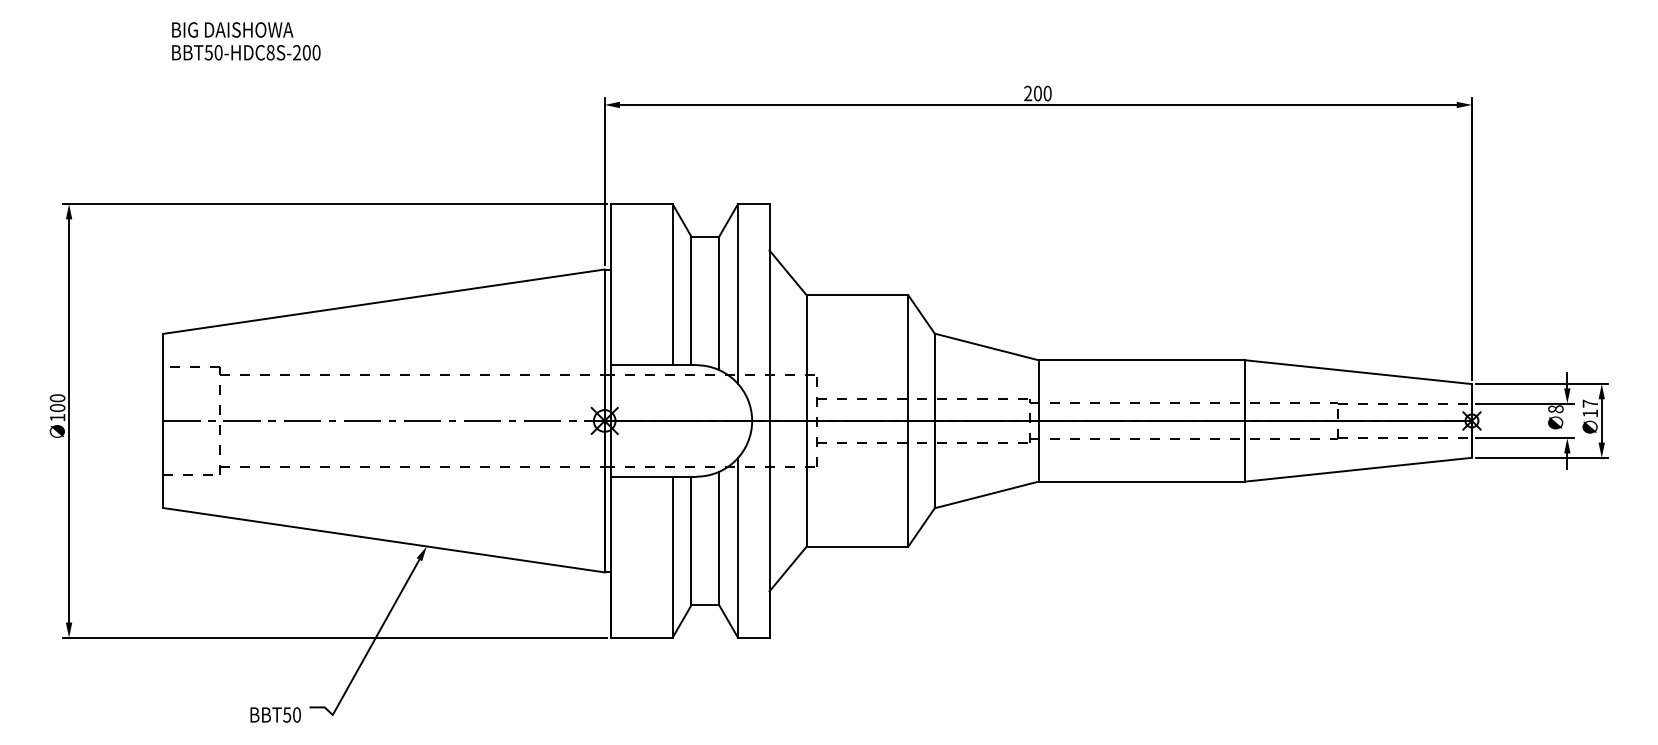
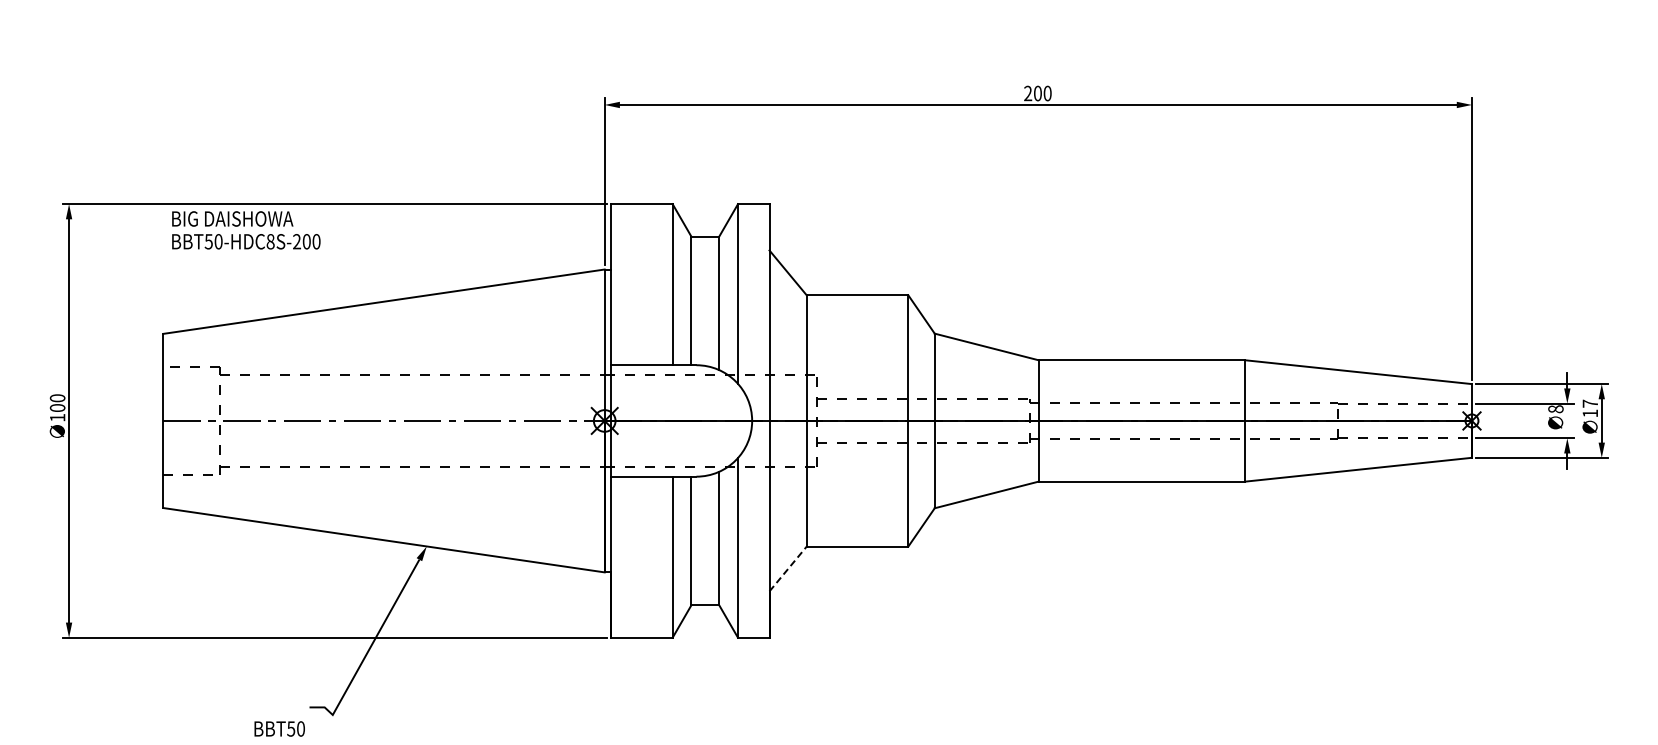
text at (246, 41) position: (246, 41) -> (246, 230)
line at (788, 568): solid -> dashed
text at (275, 714) position: (275, 714) -> (279, 728)
